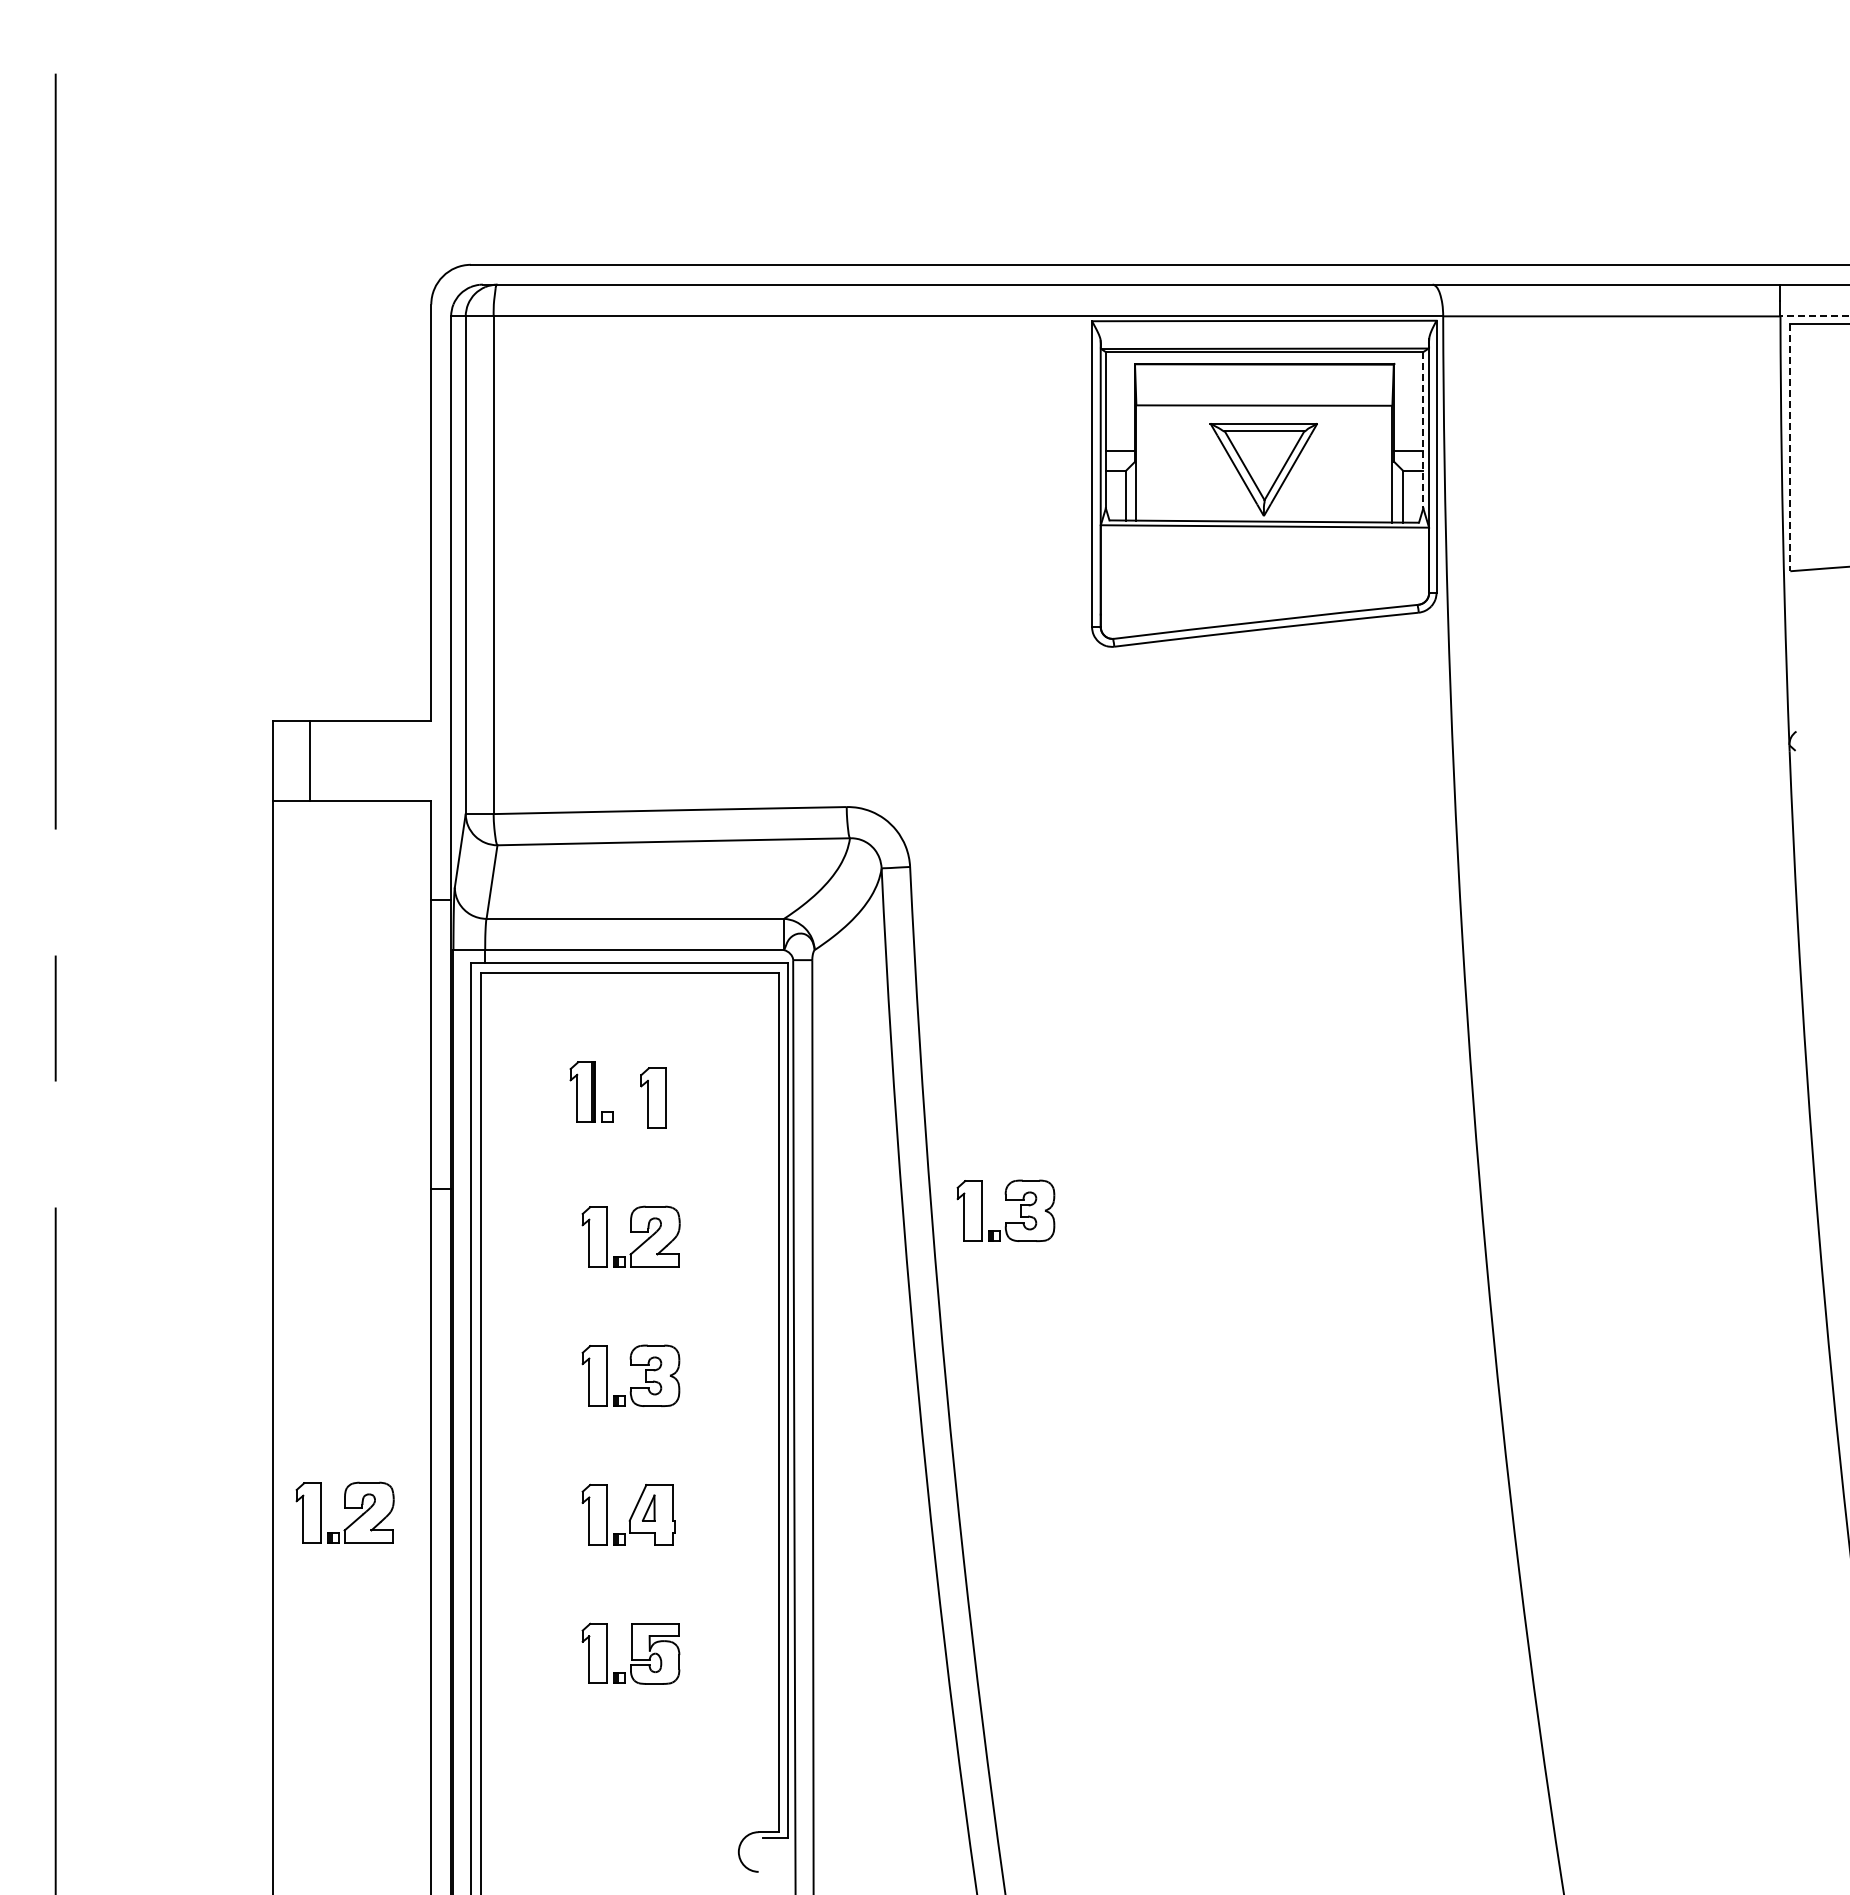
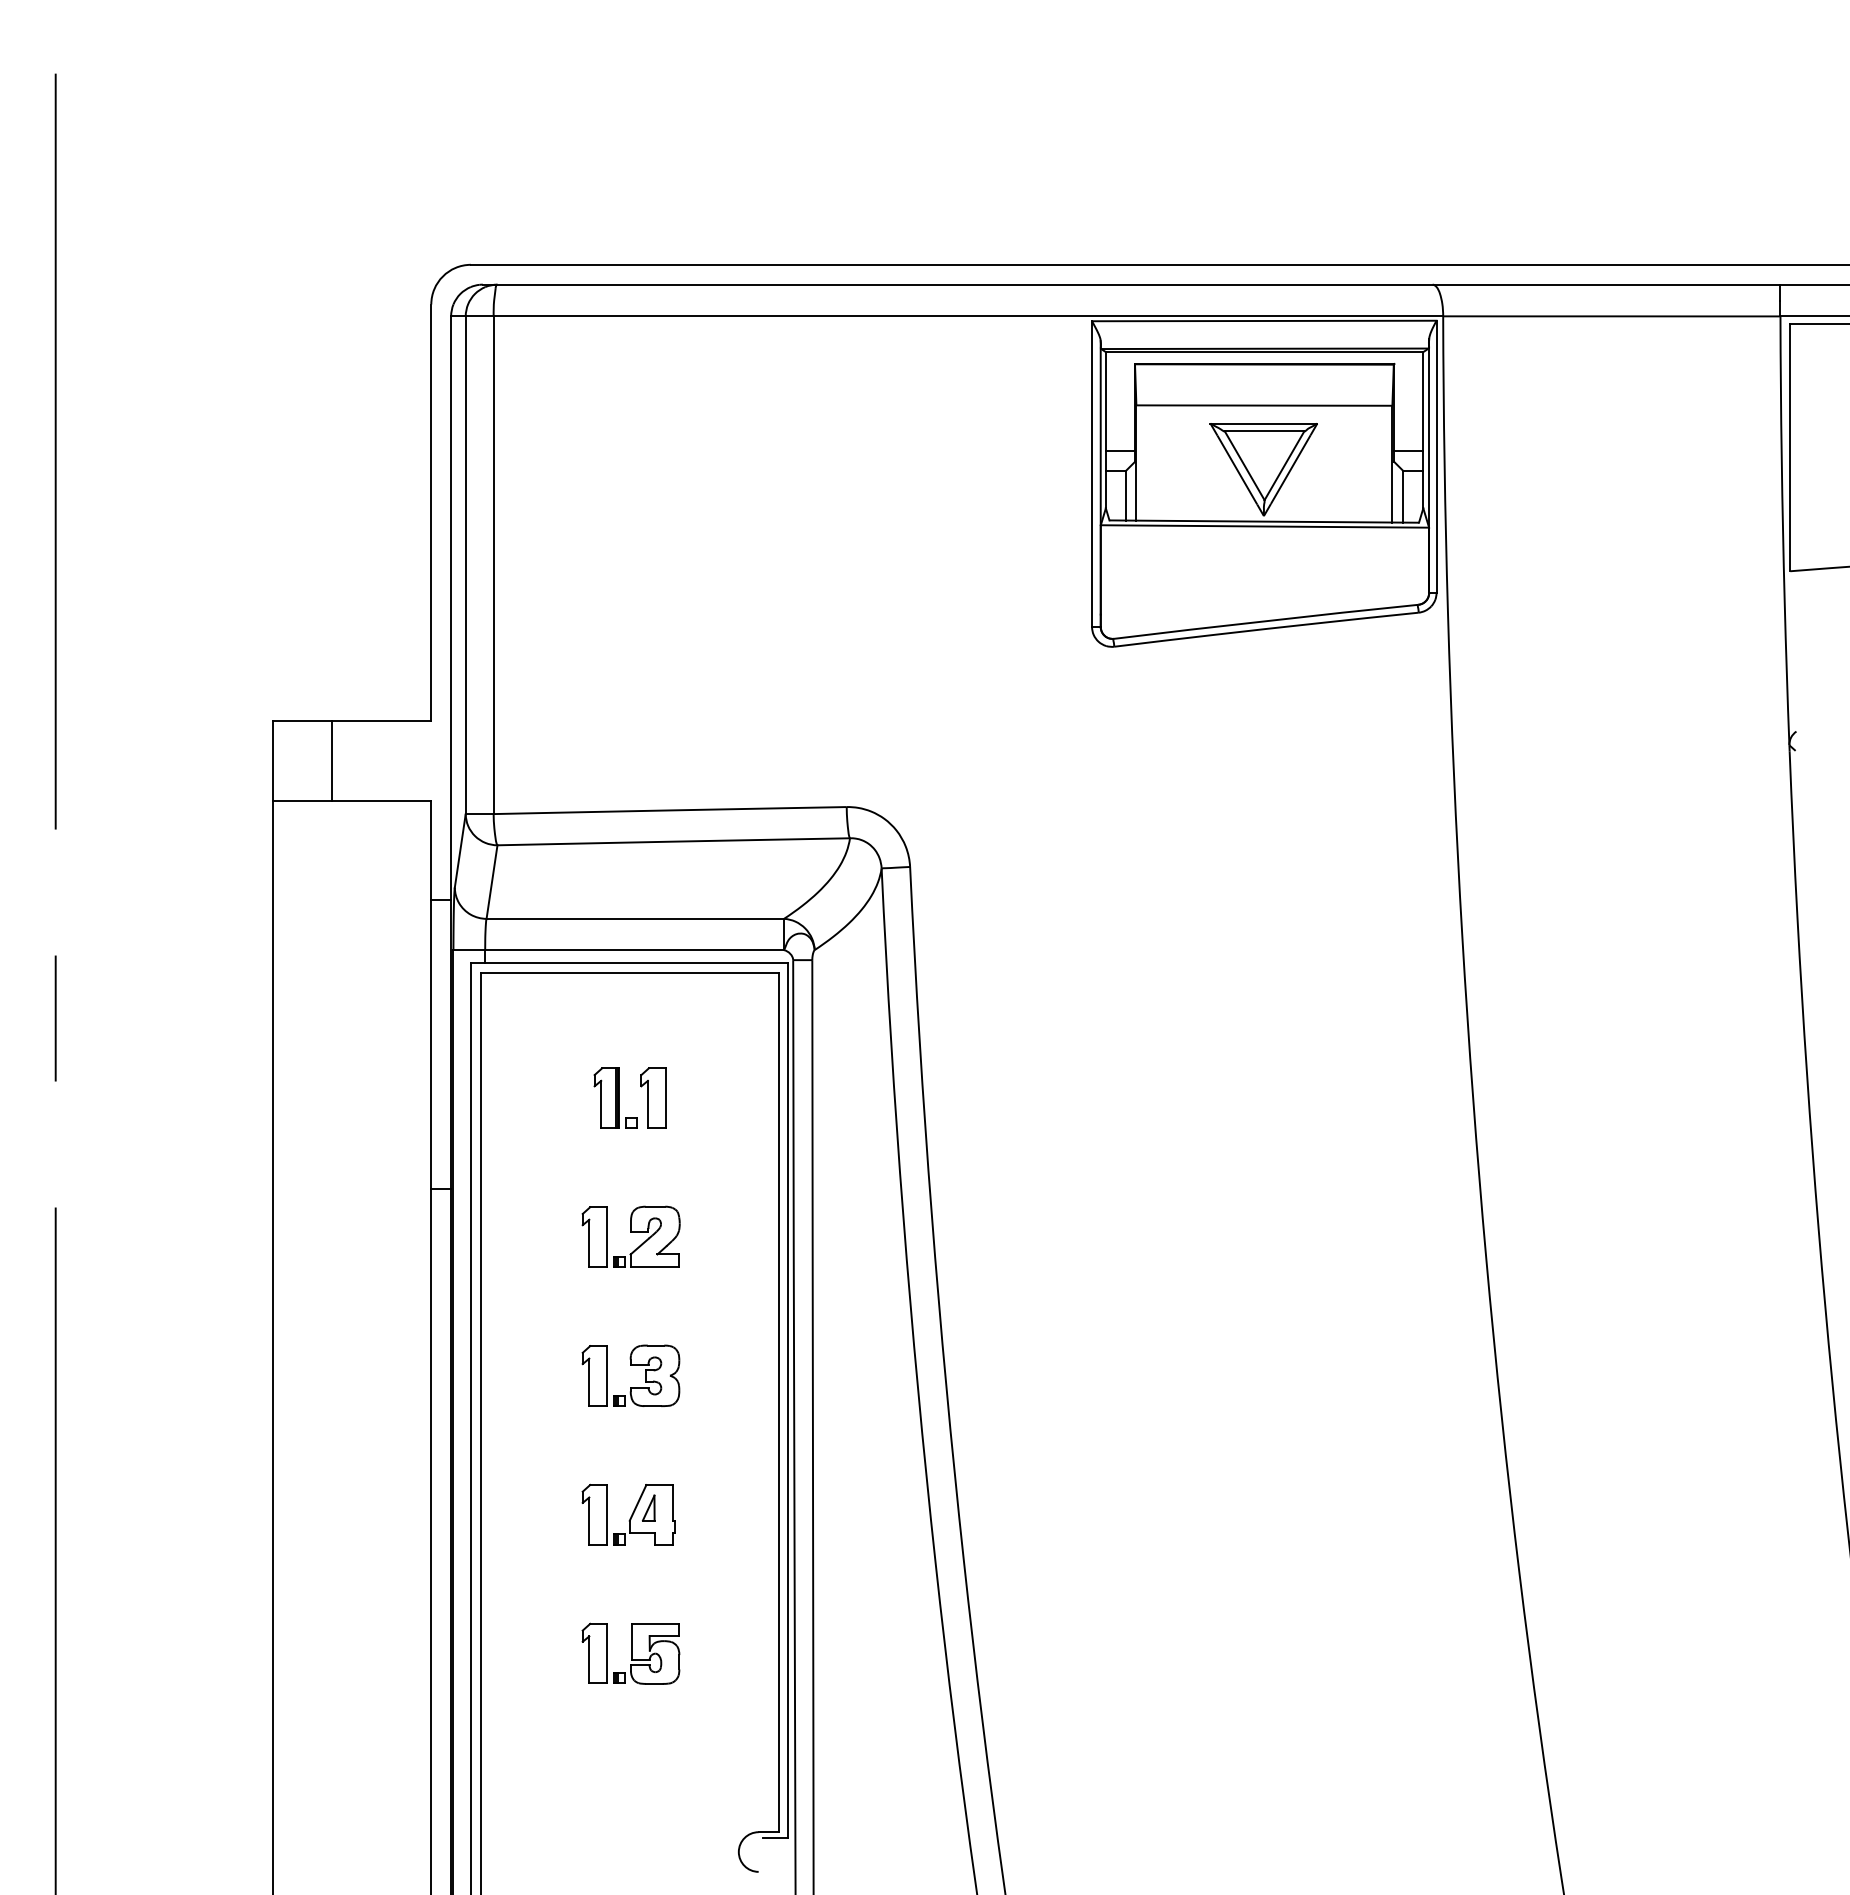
line at (1814, 316): dashed -> solid
line at (1423, 430): dashed -> solid
line at (1790, 448): dashed -> solid
line at (310, 760) position: (310, 760) -> (332, 760)
part at (591, 1091) position: (591, 1091) -> (615, 1097)
part at (1005, 1200): present -> none
part at (344, 1512): present -> none
